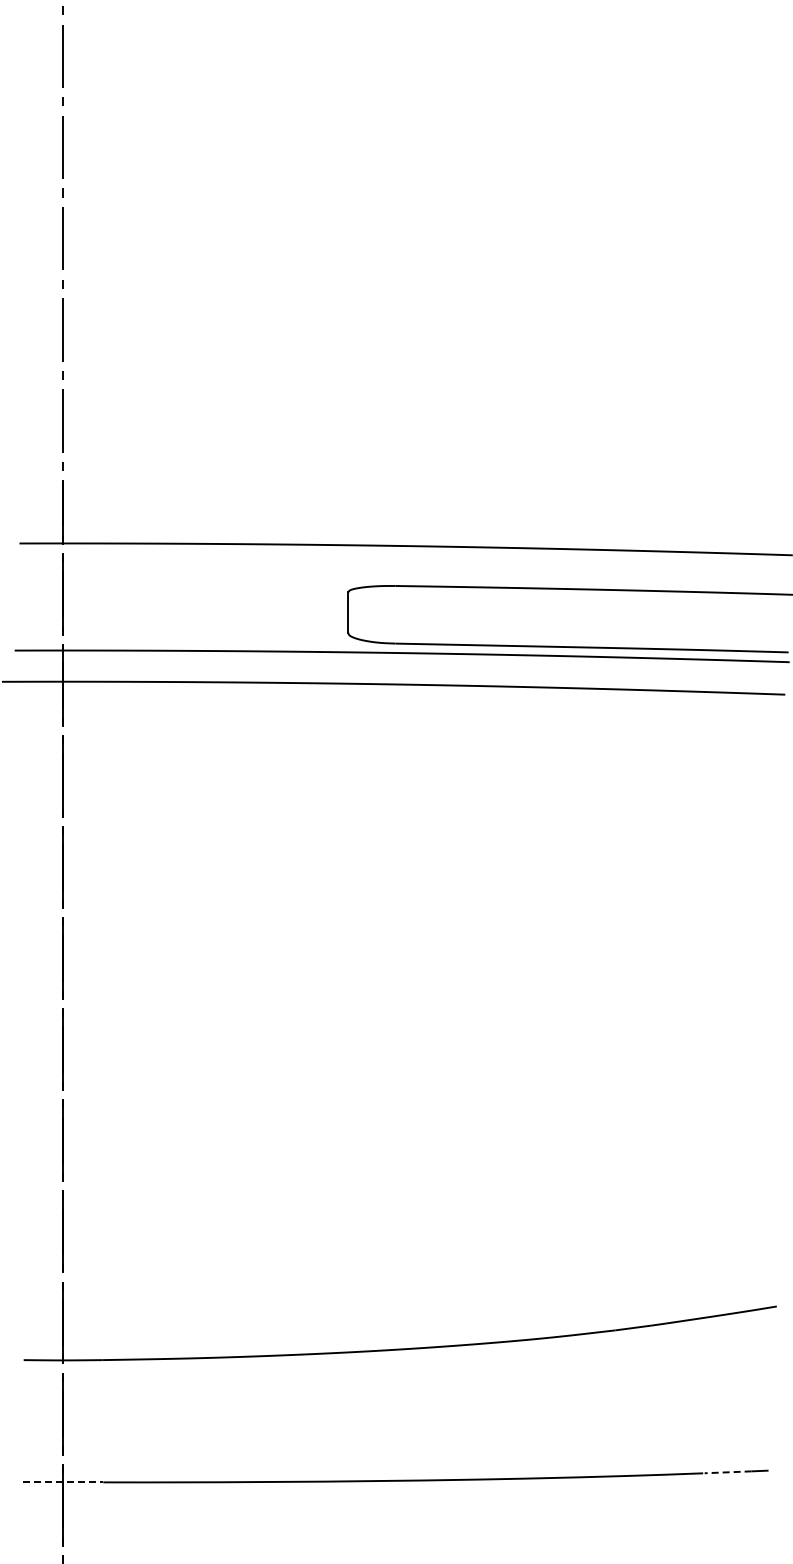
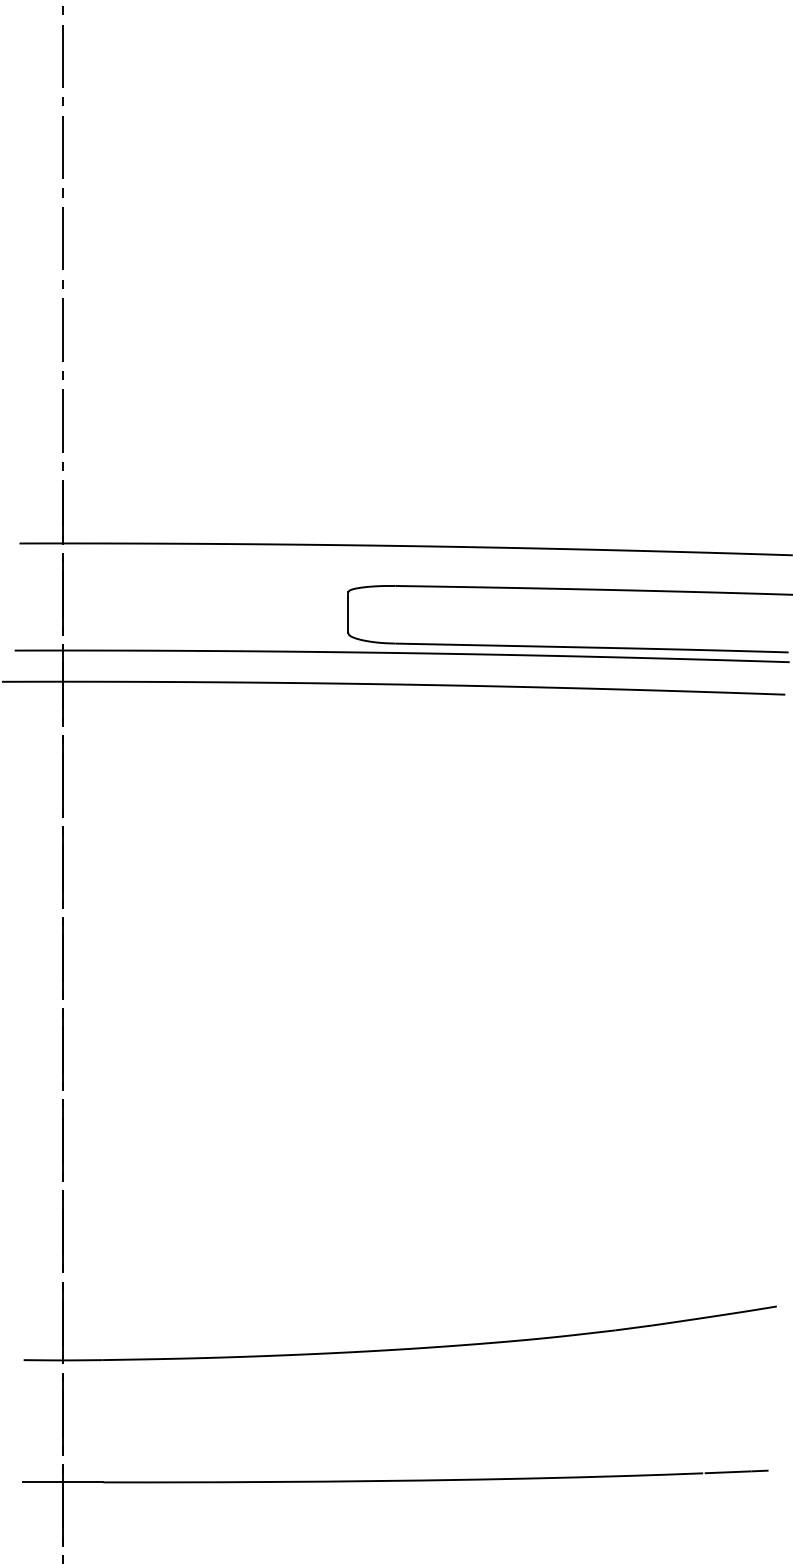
line at (727, 1472): dashed -> solid
line at (63, 1482): dashed -> solid
